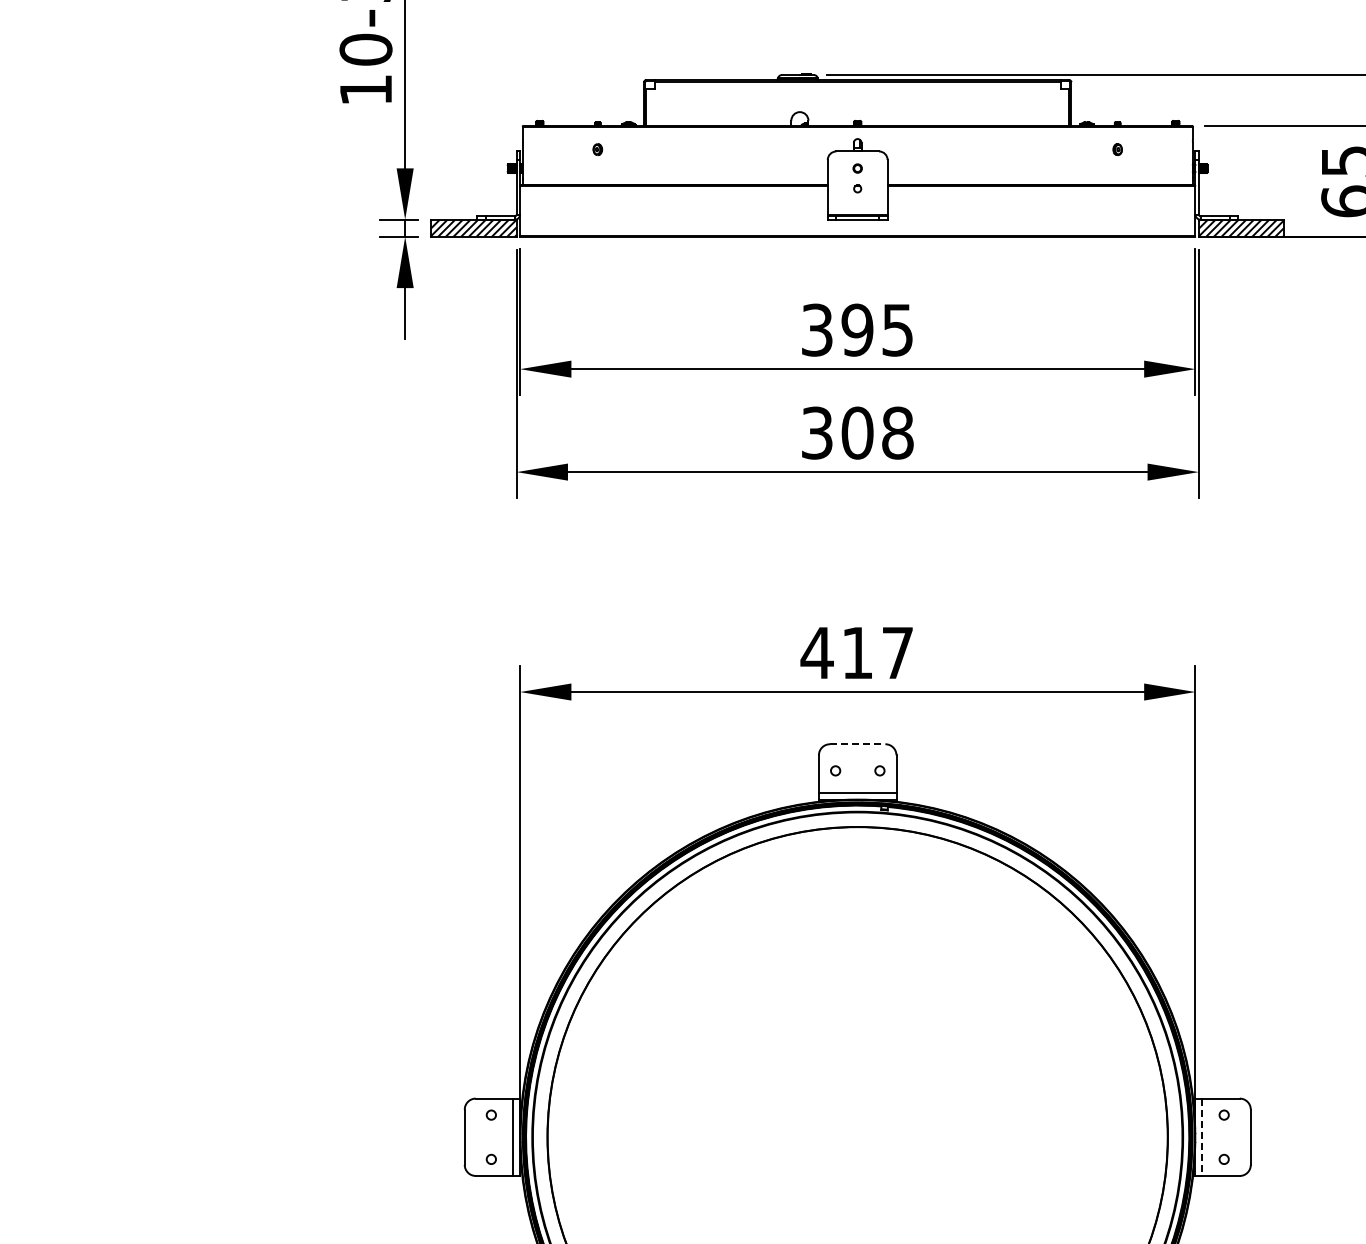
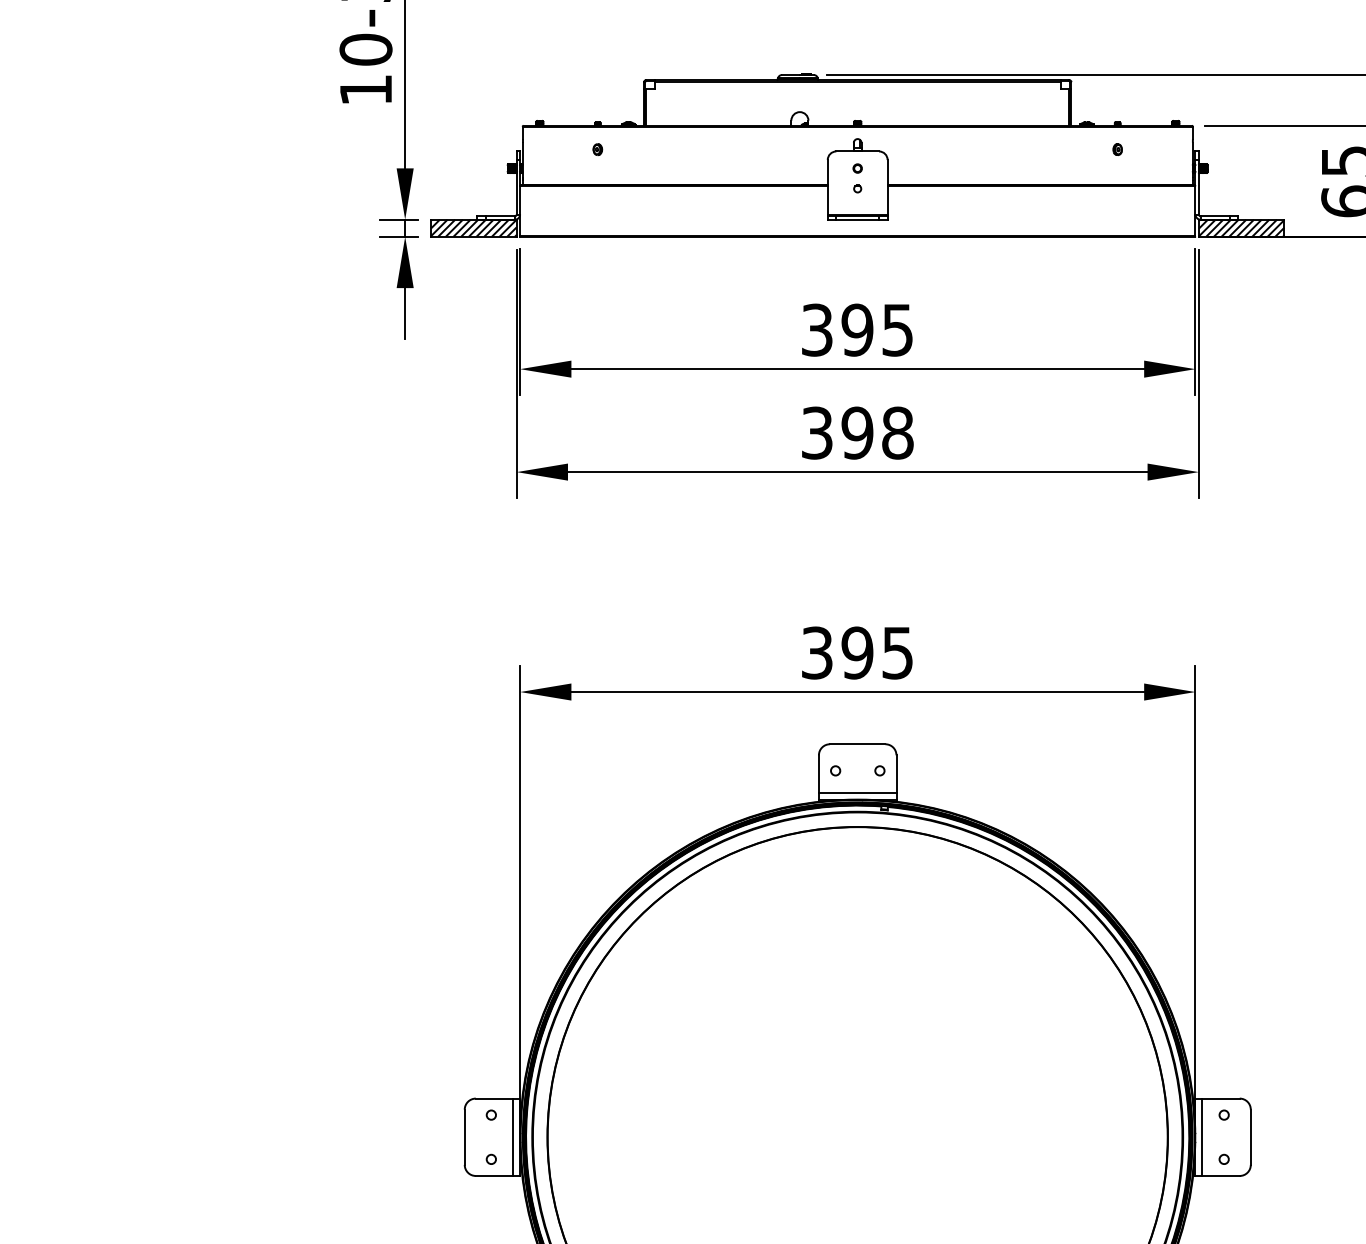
text at (857, 432): 308 -> 398
text at (856, 652): 417 -> 395
line at (857, 744): dashed -> solid
line at (1202, 1137): dashed -> solid
